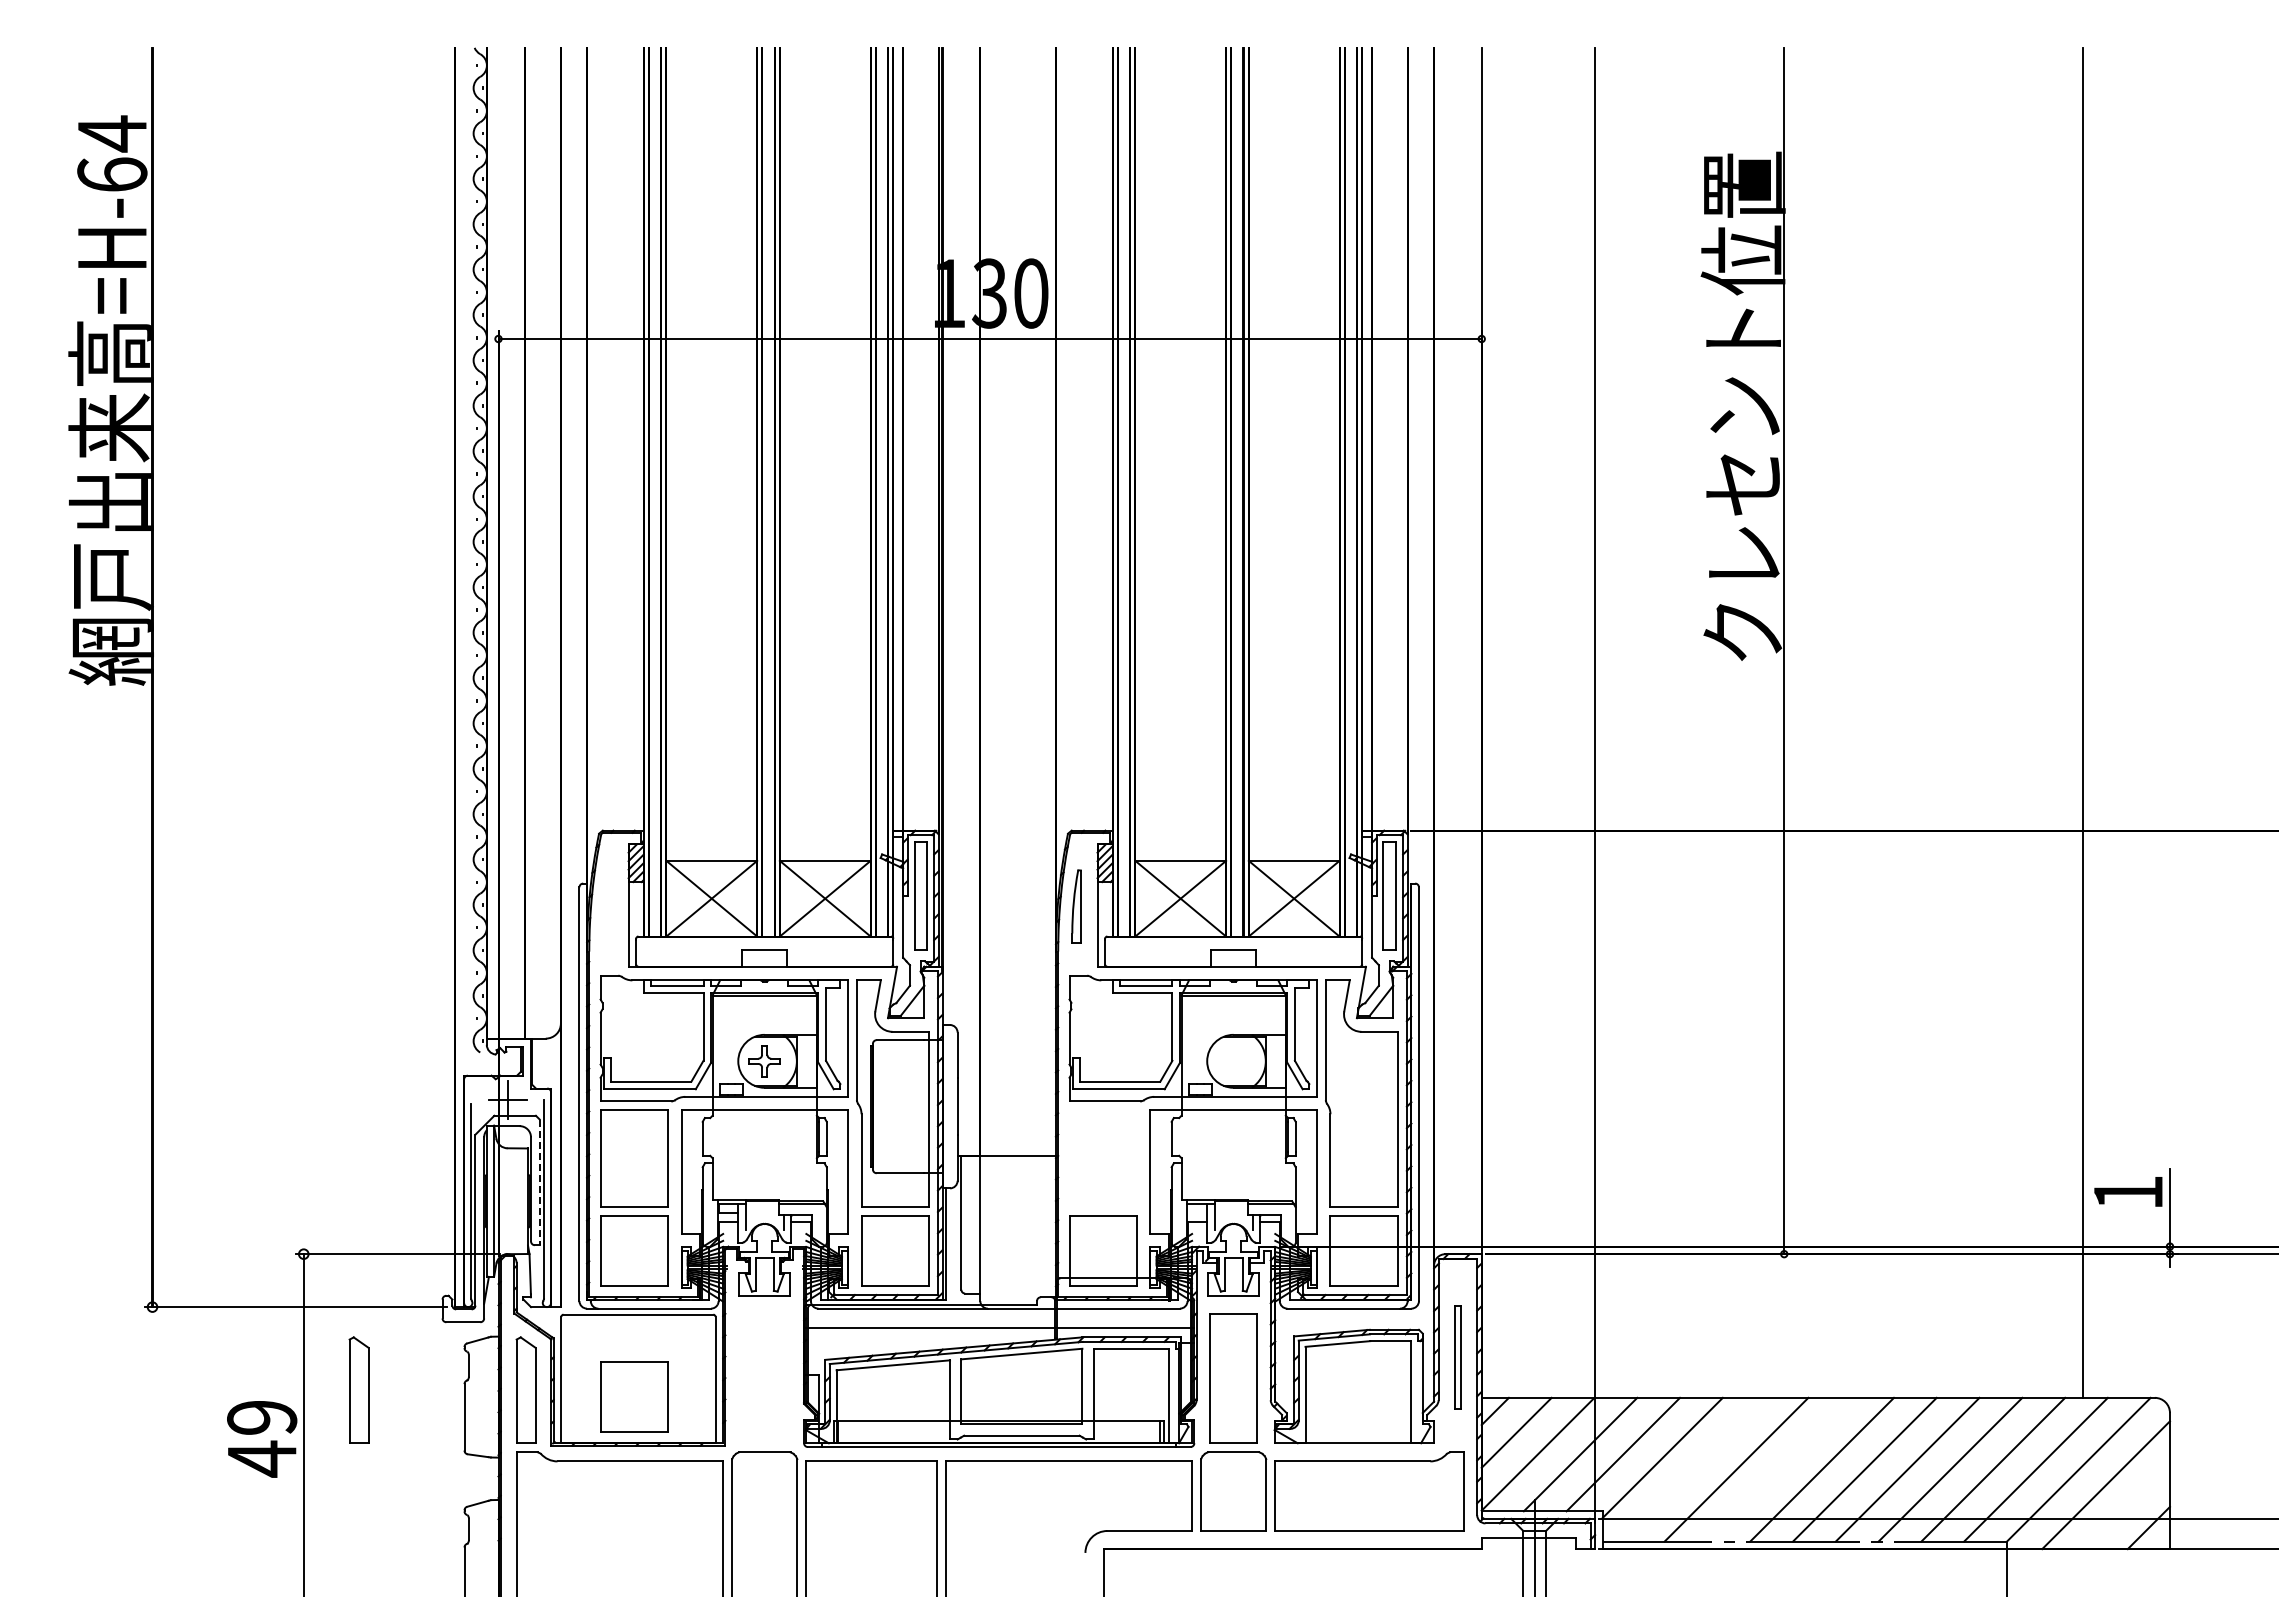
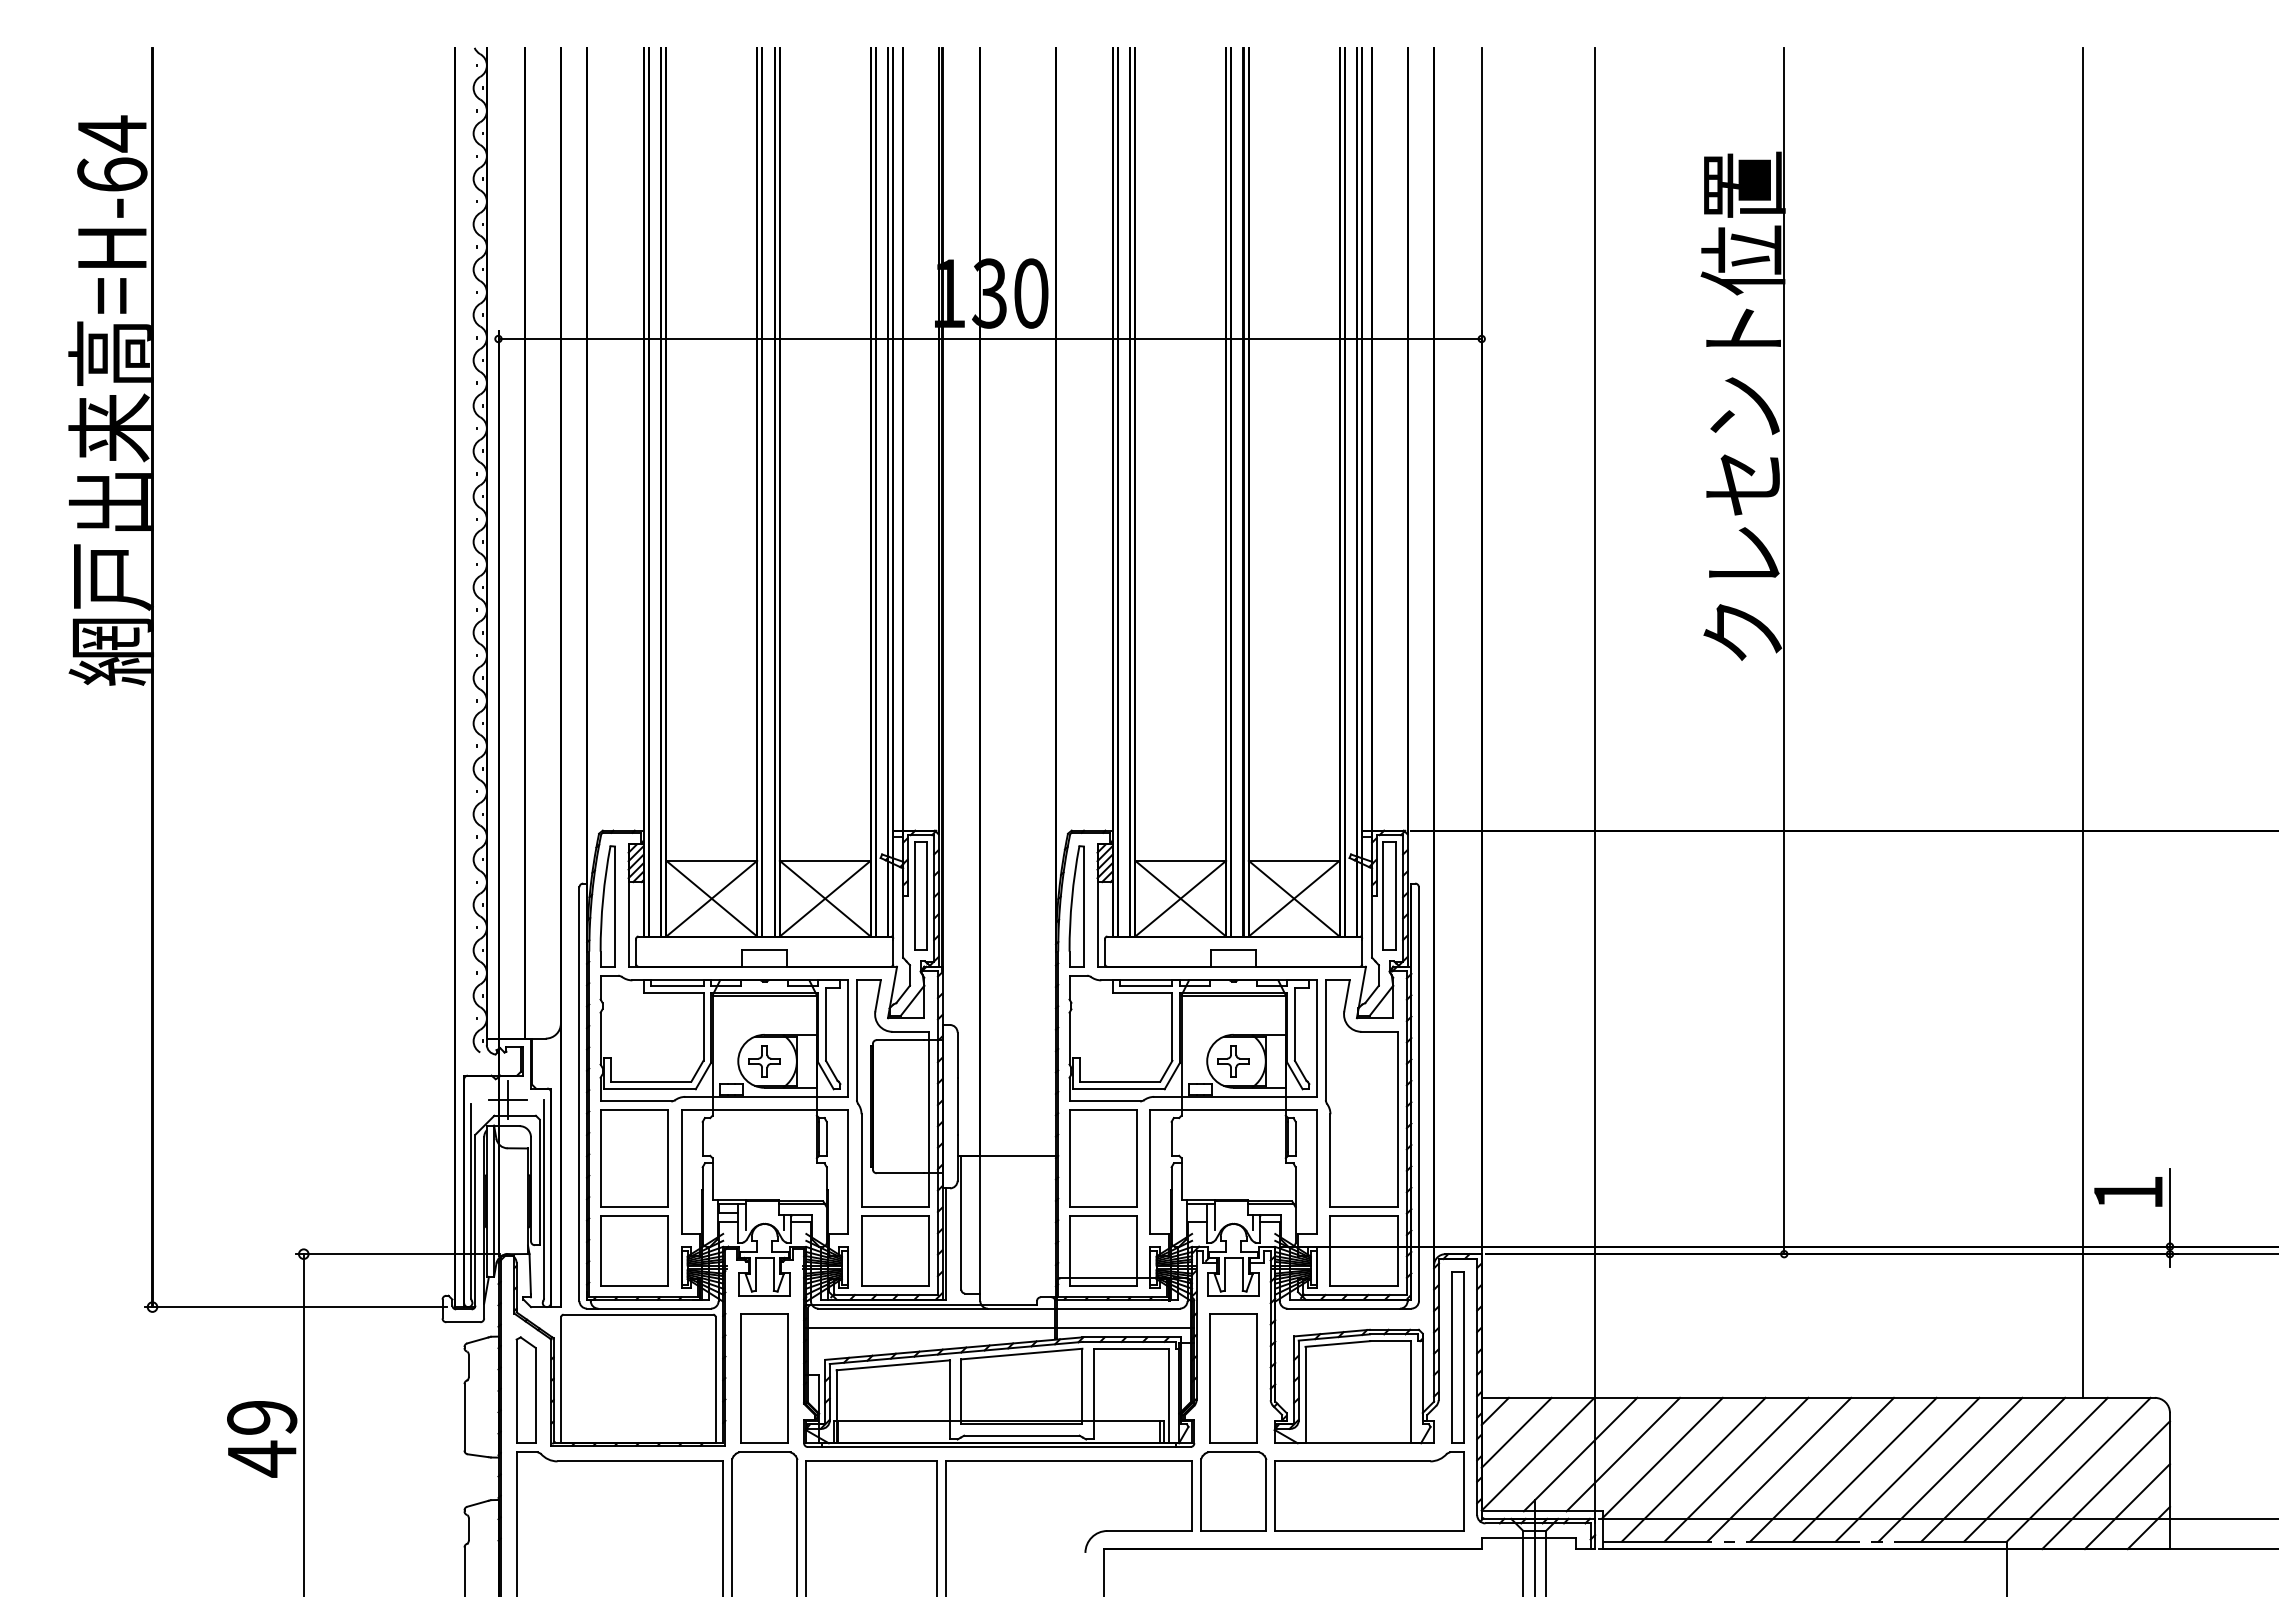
part at (607, 906): none -> present
part at (1076, 906) size: 11x75 px -> 17x123 px
part at (1233, 1061): none -> present
part at (1103, 1158): none -> present
line at (539, 1182): dashed -> solid
part at (1457, 1357) size: 8x105 px -> 14x173 px
part at (764, 1378): none -> present
part at (358, 1389): present -> none
part at (634, 1396): present -> none
line at (1693, 1469): none -> present
line at (1779, 1469): none -> present
line at (2126, 1506): none -> present
